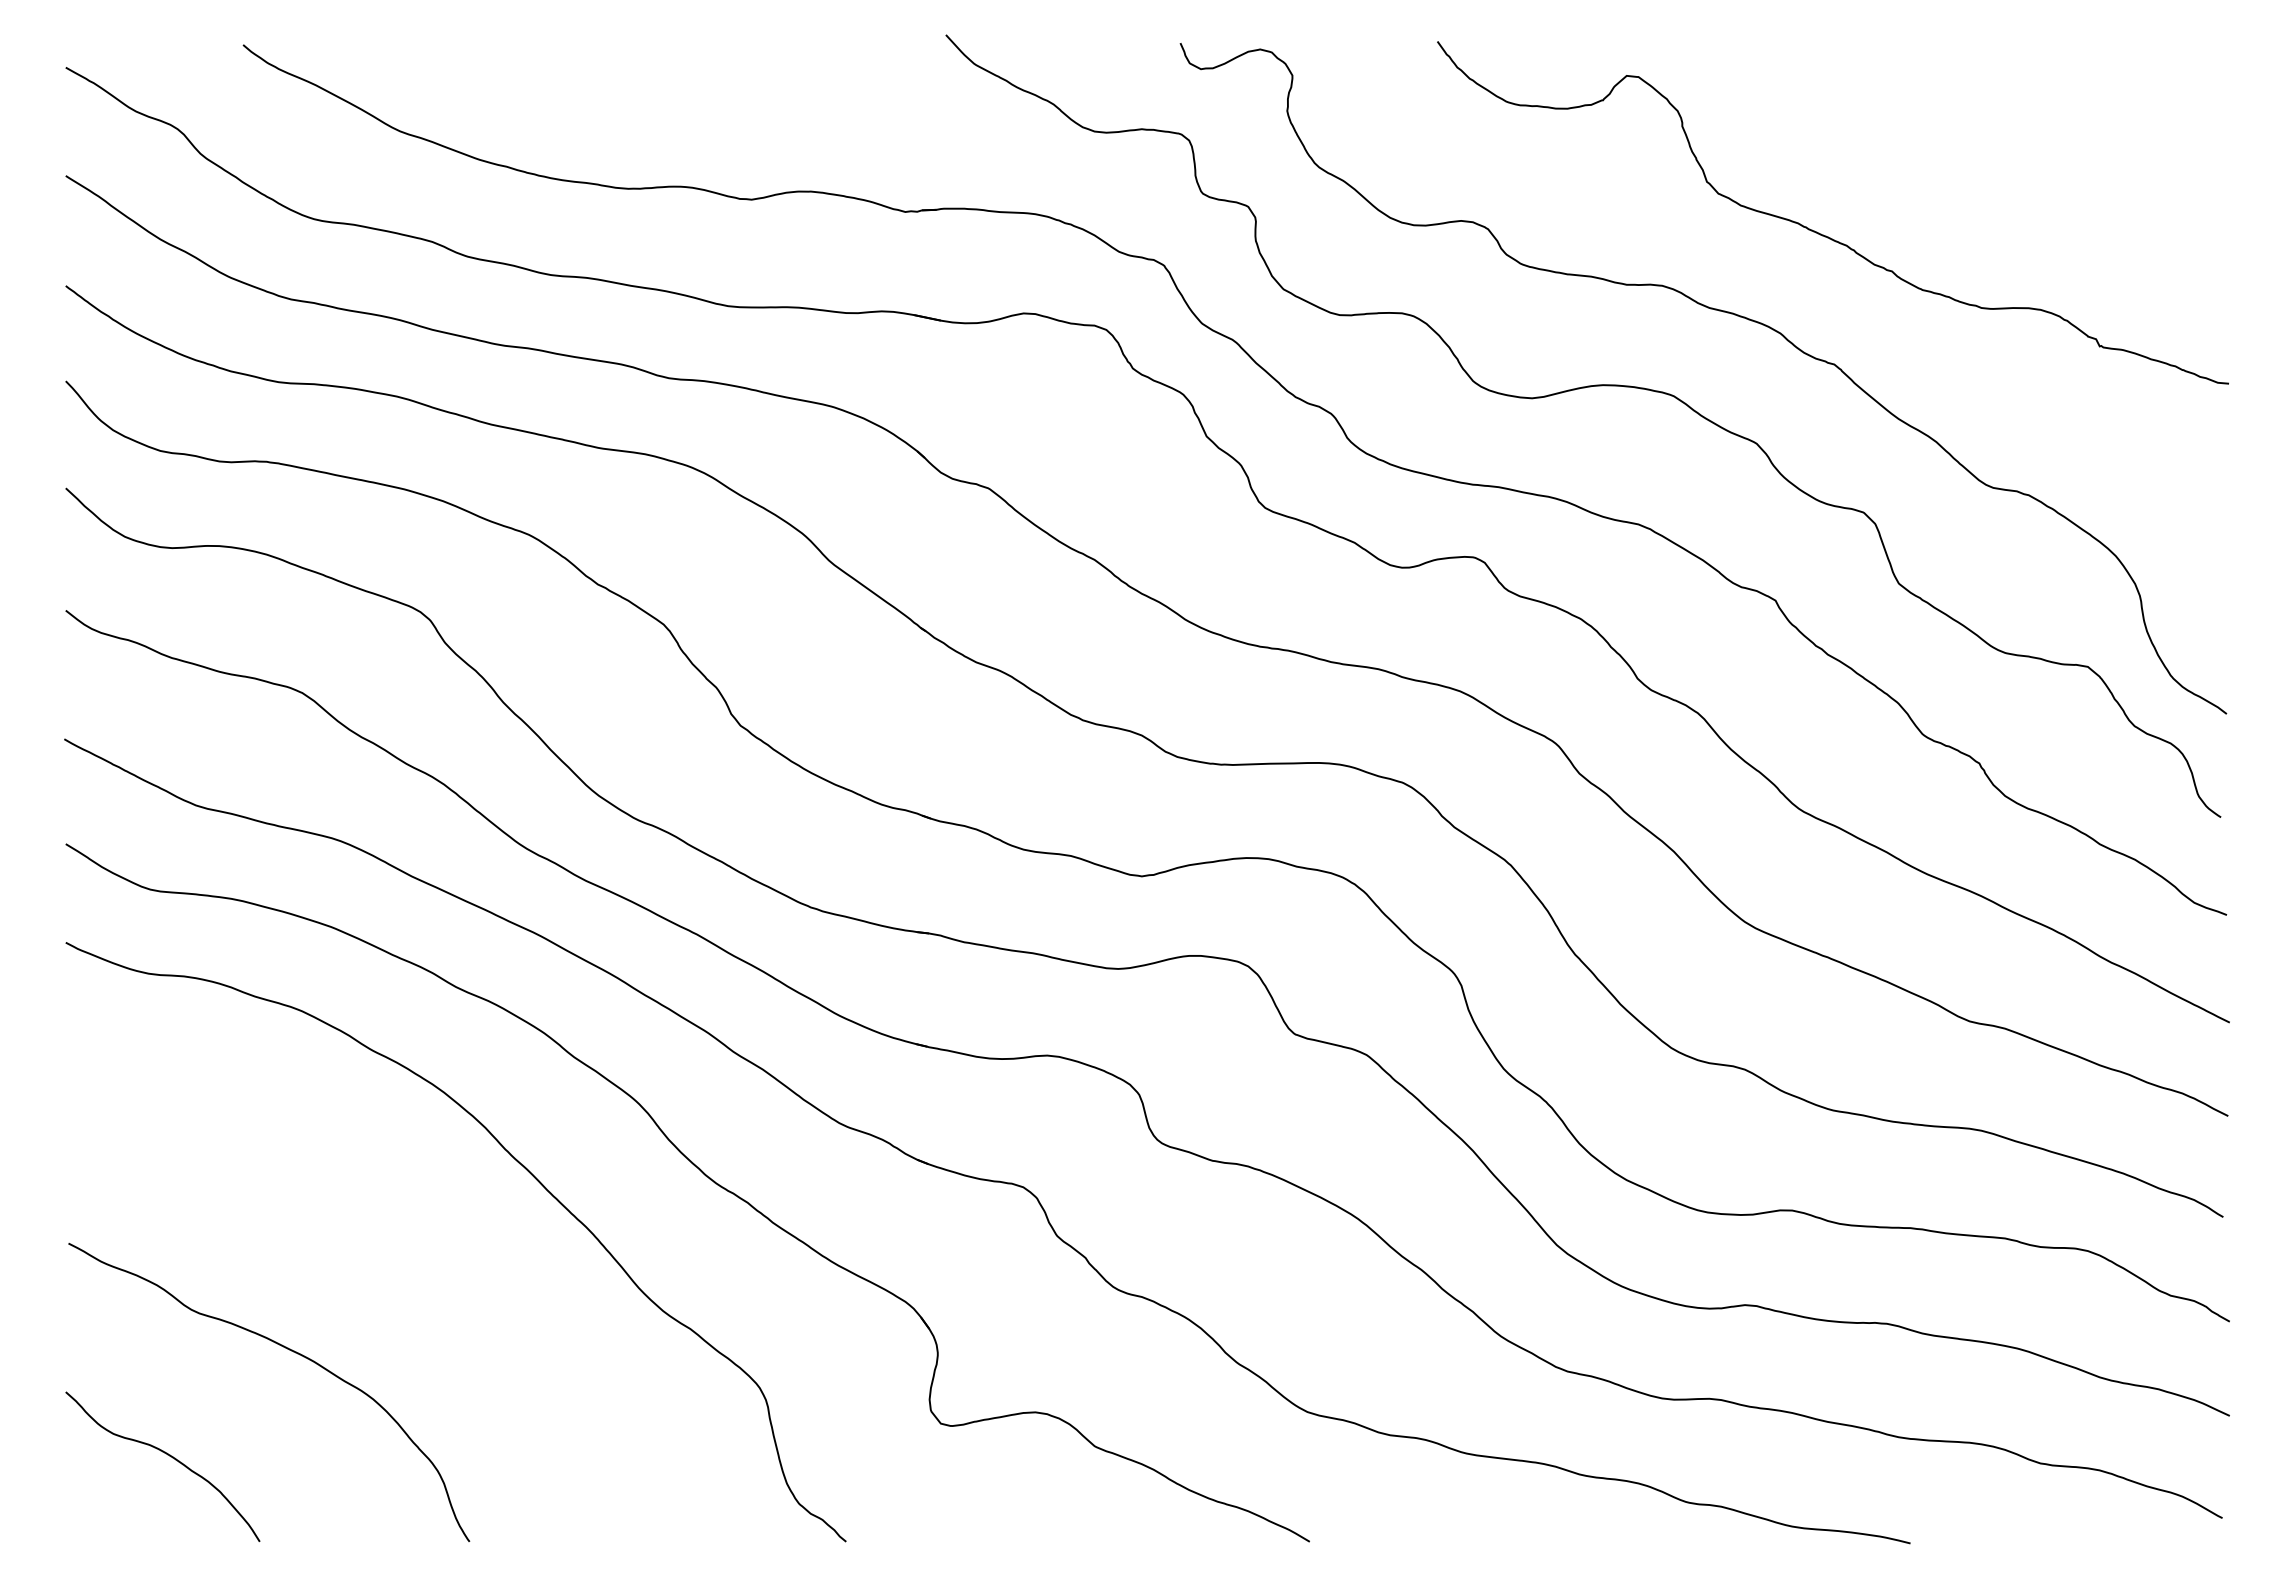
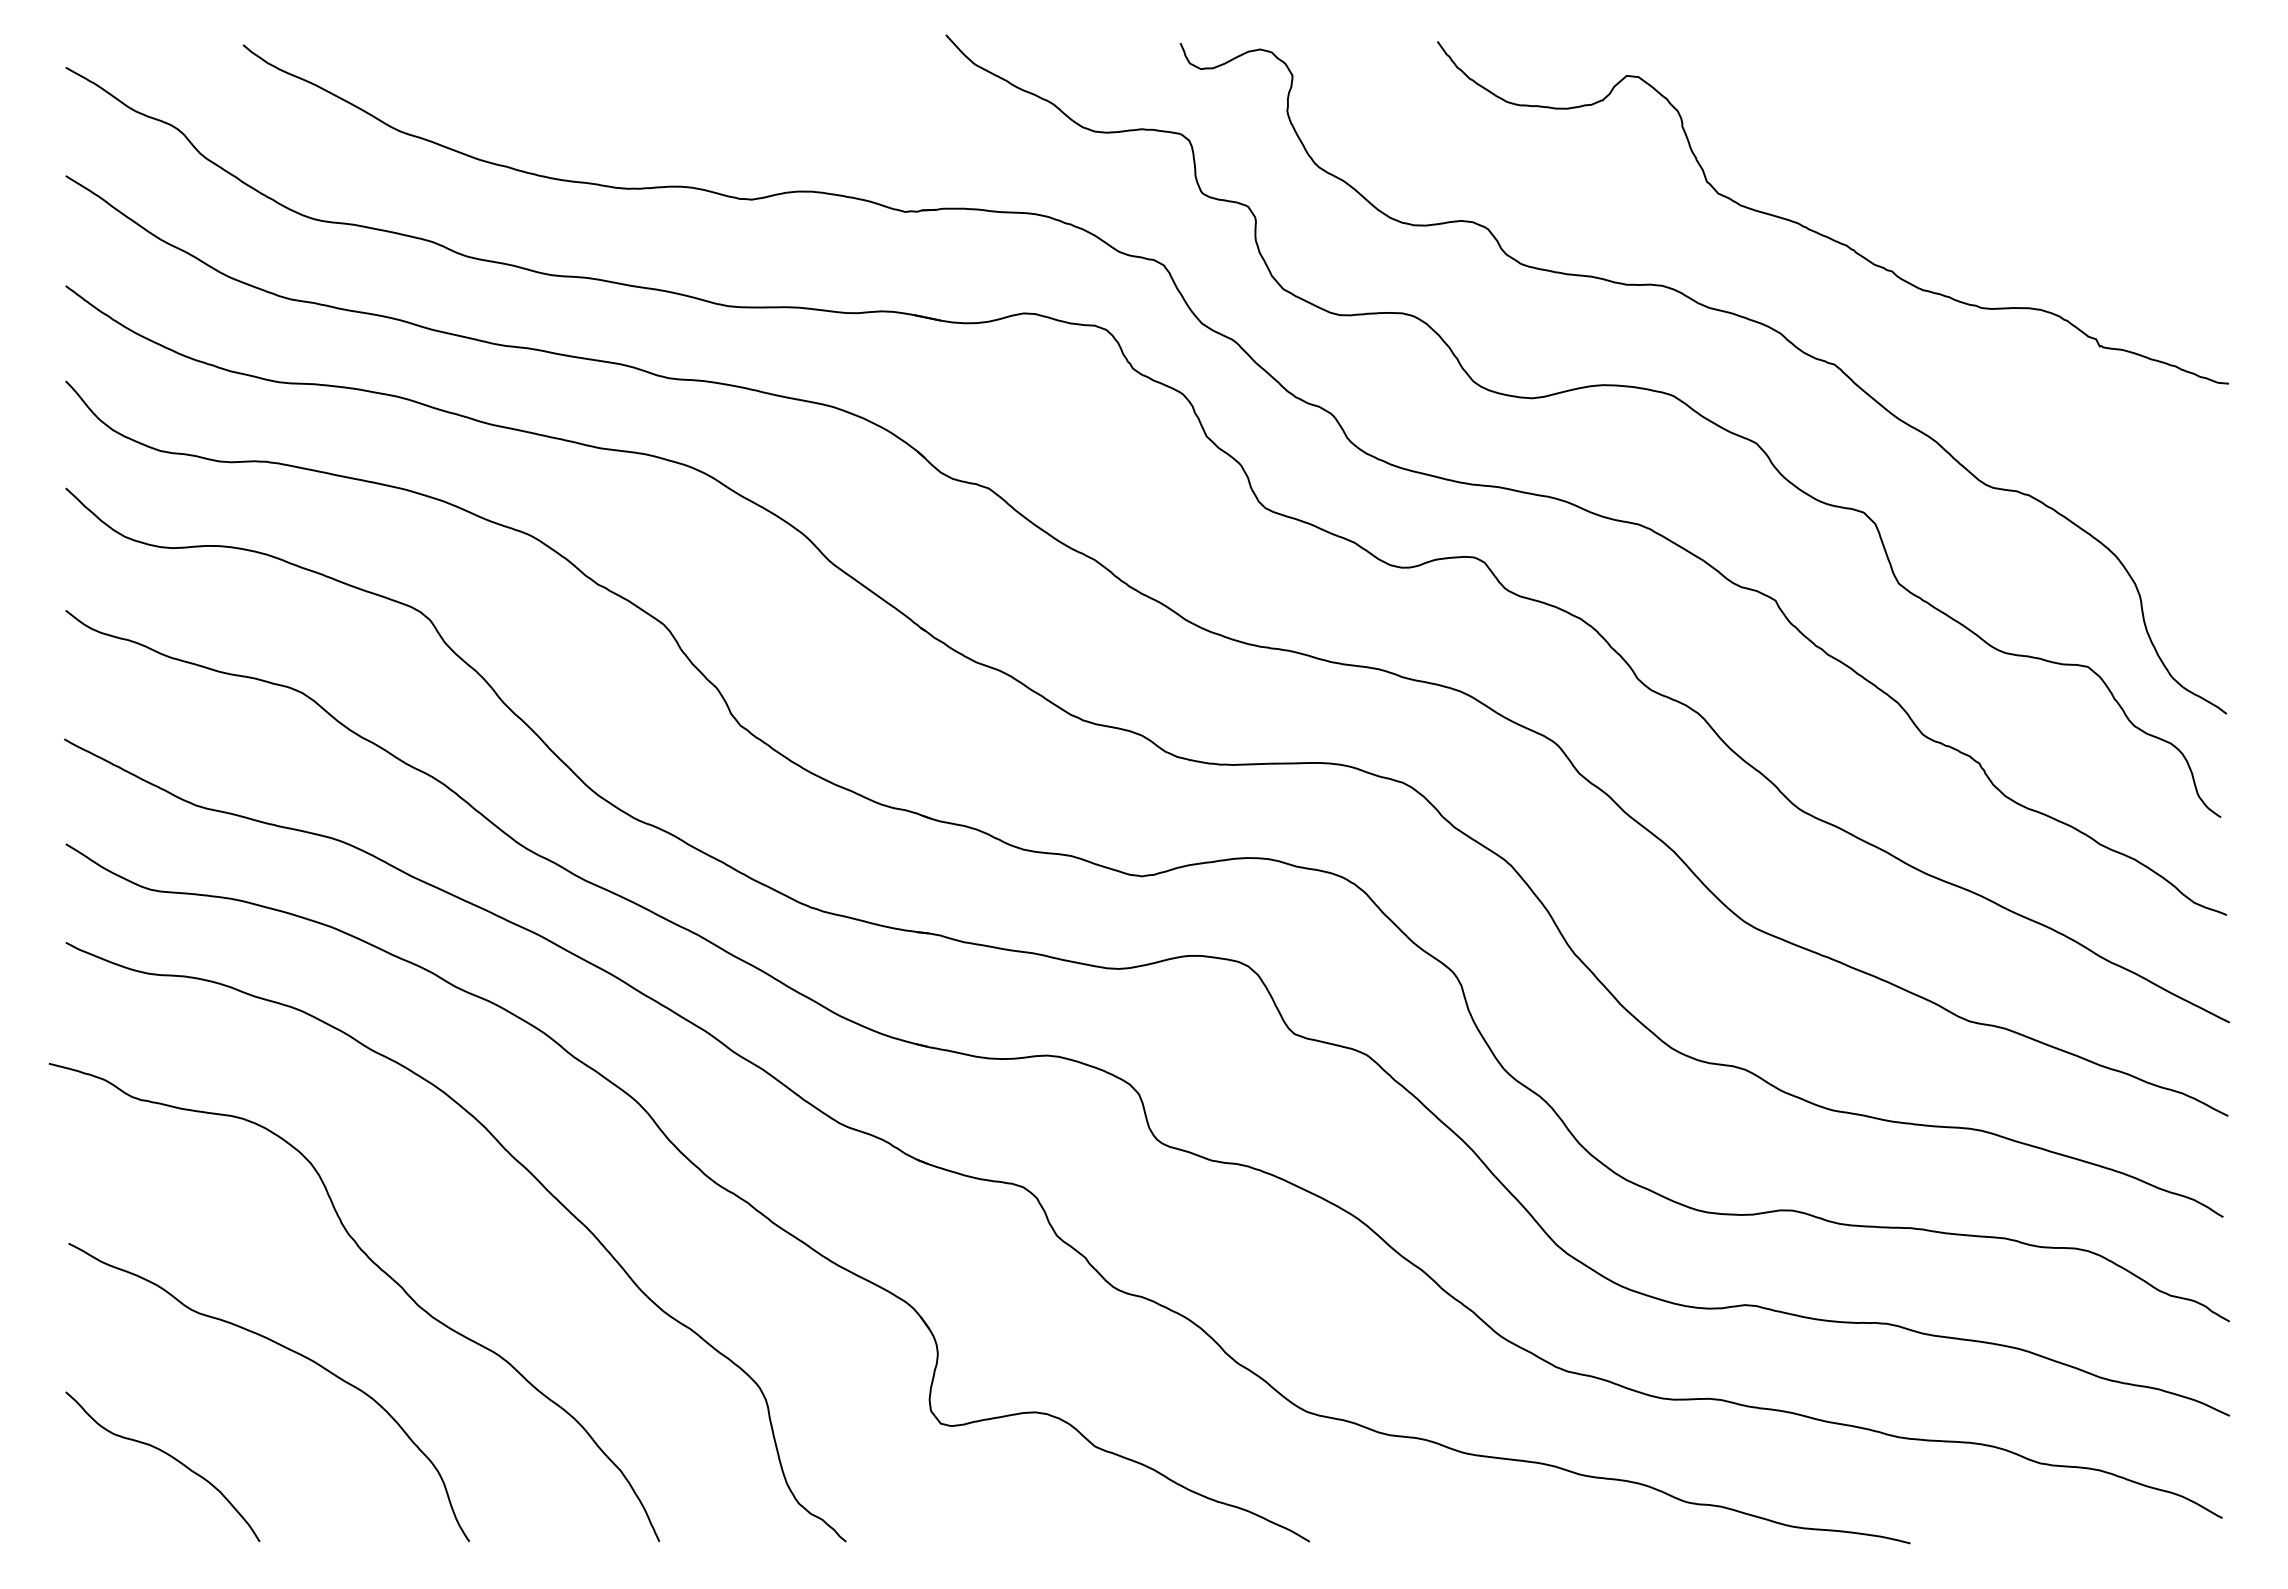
curve at (380, 1270): none -> present
